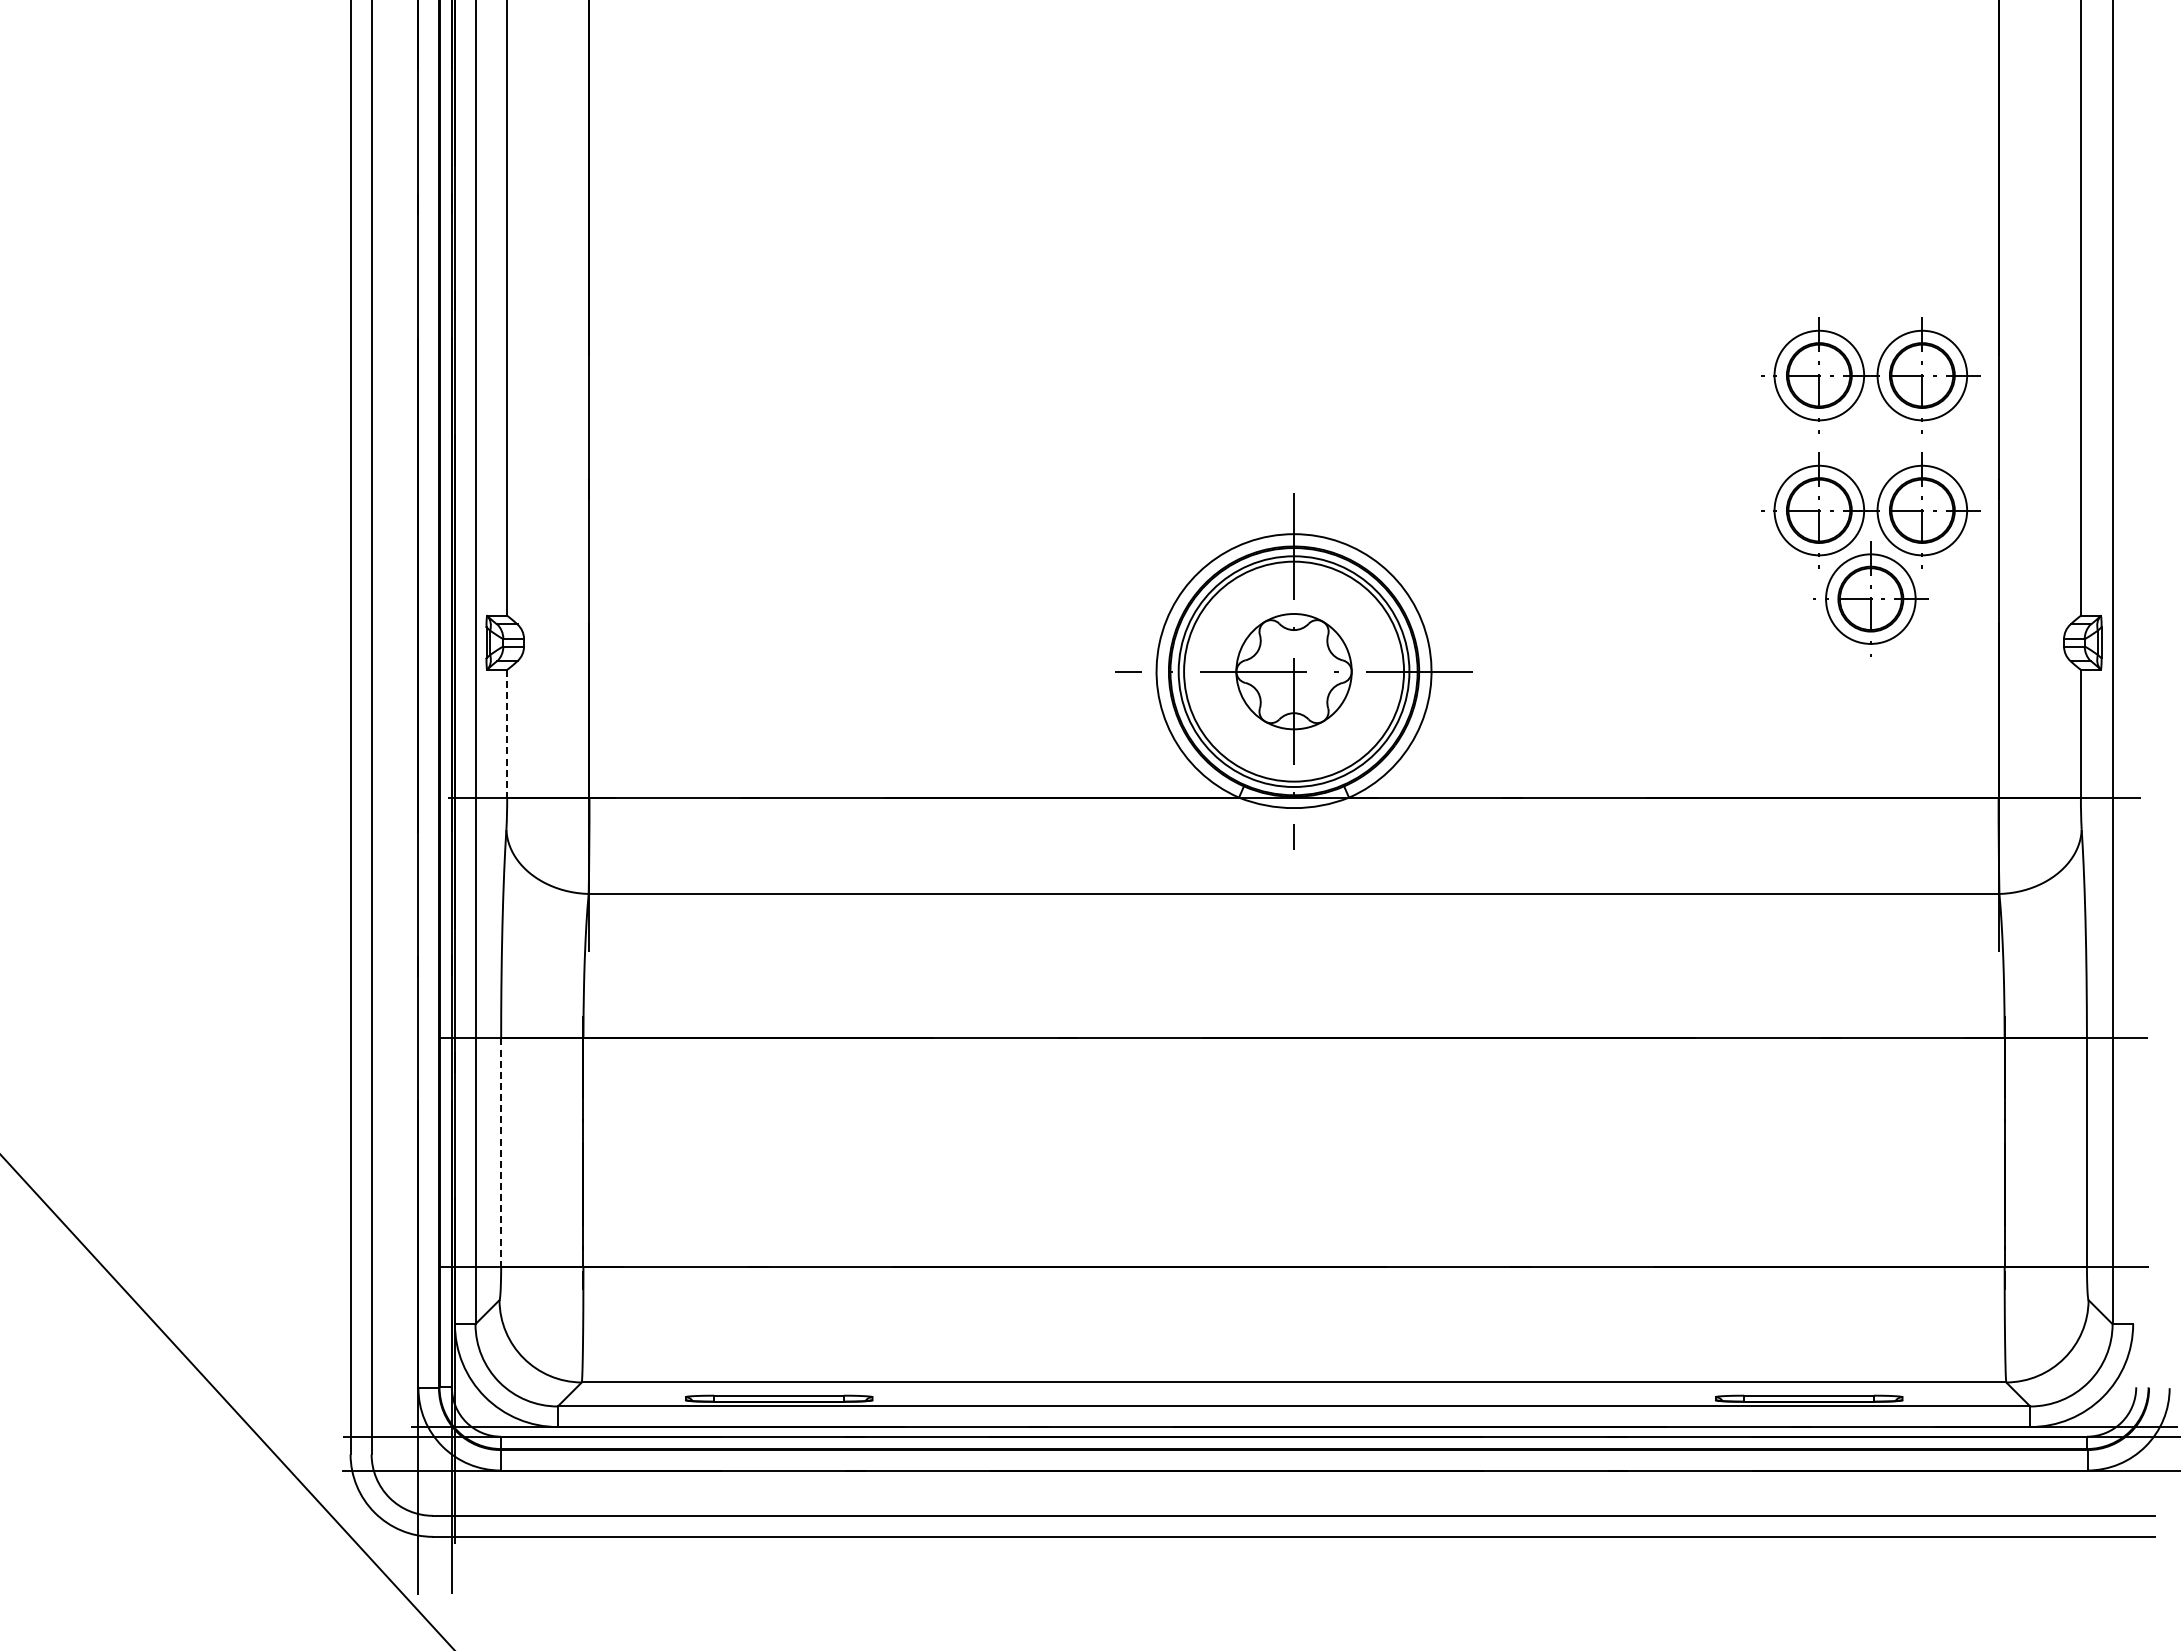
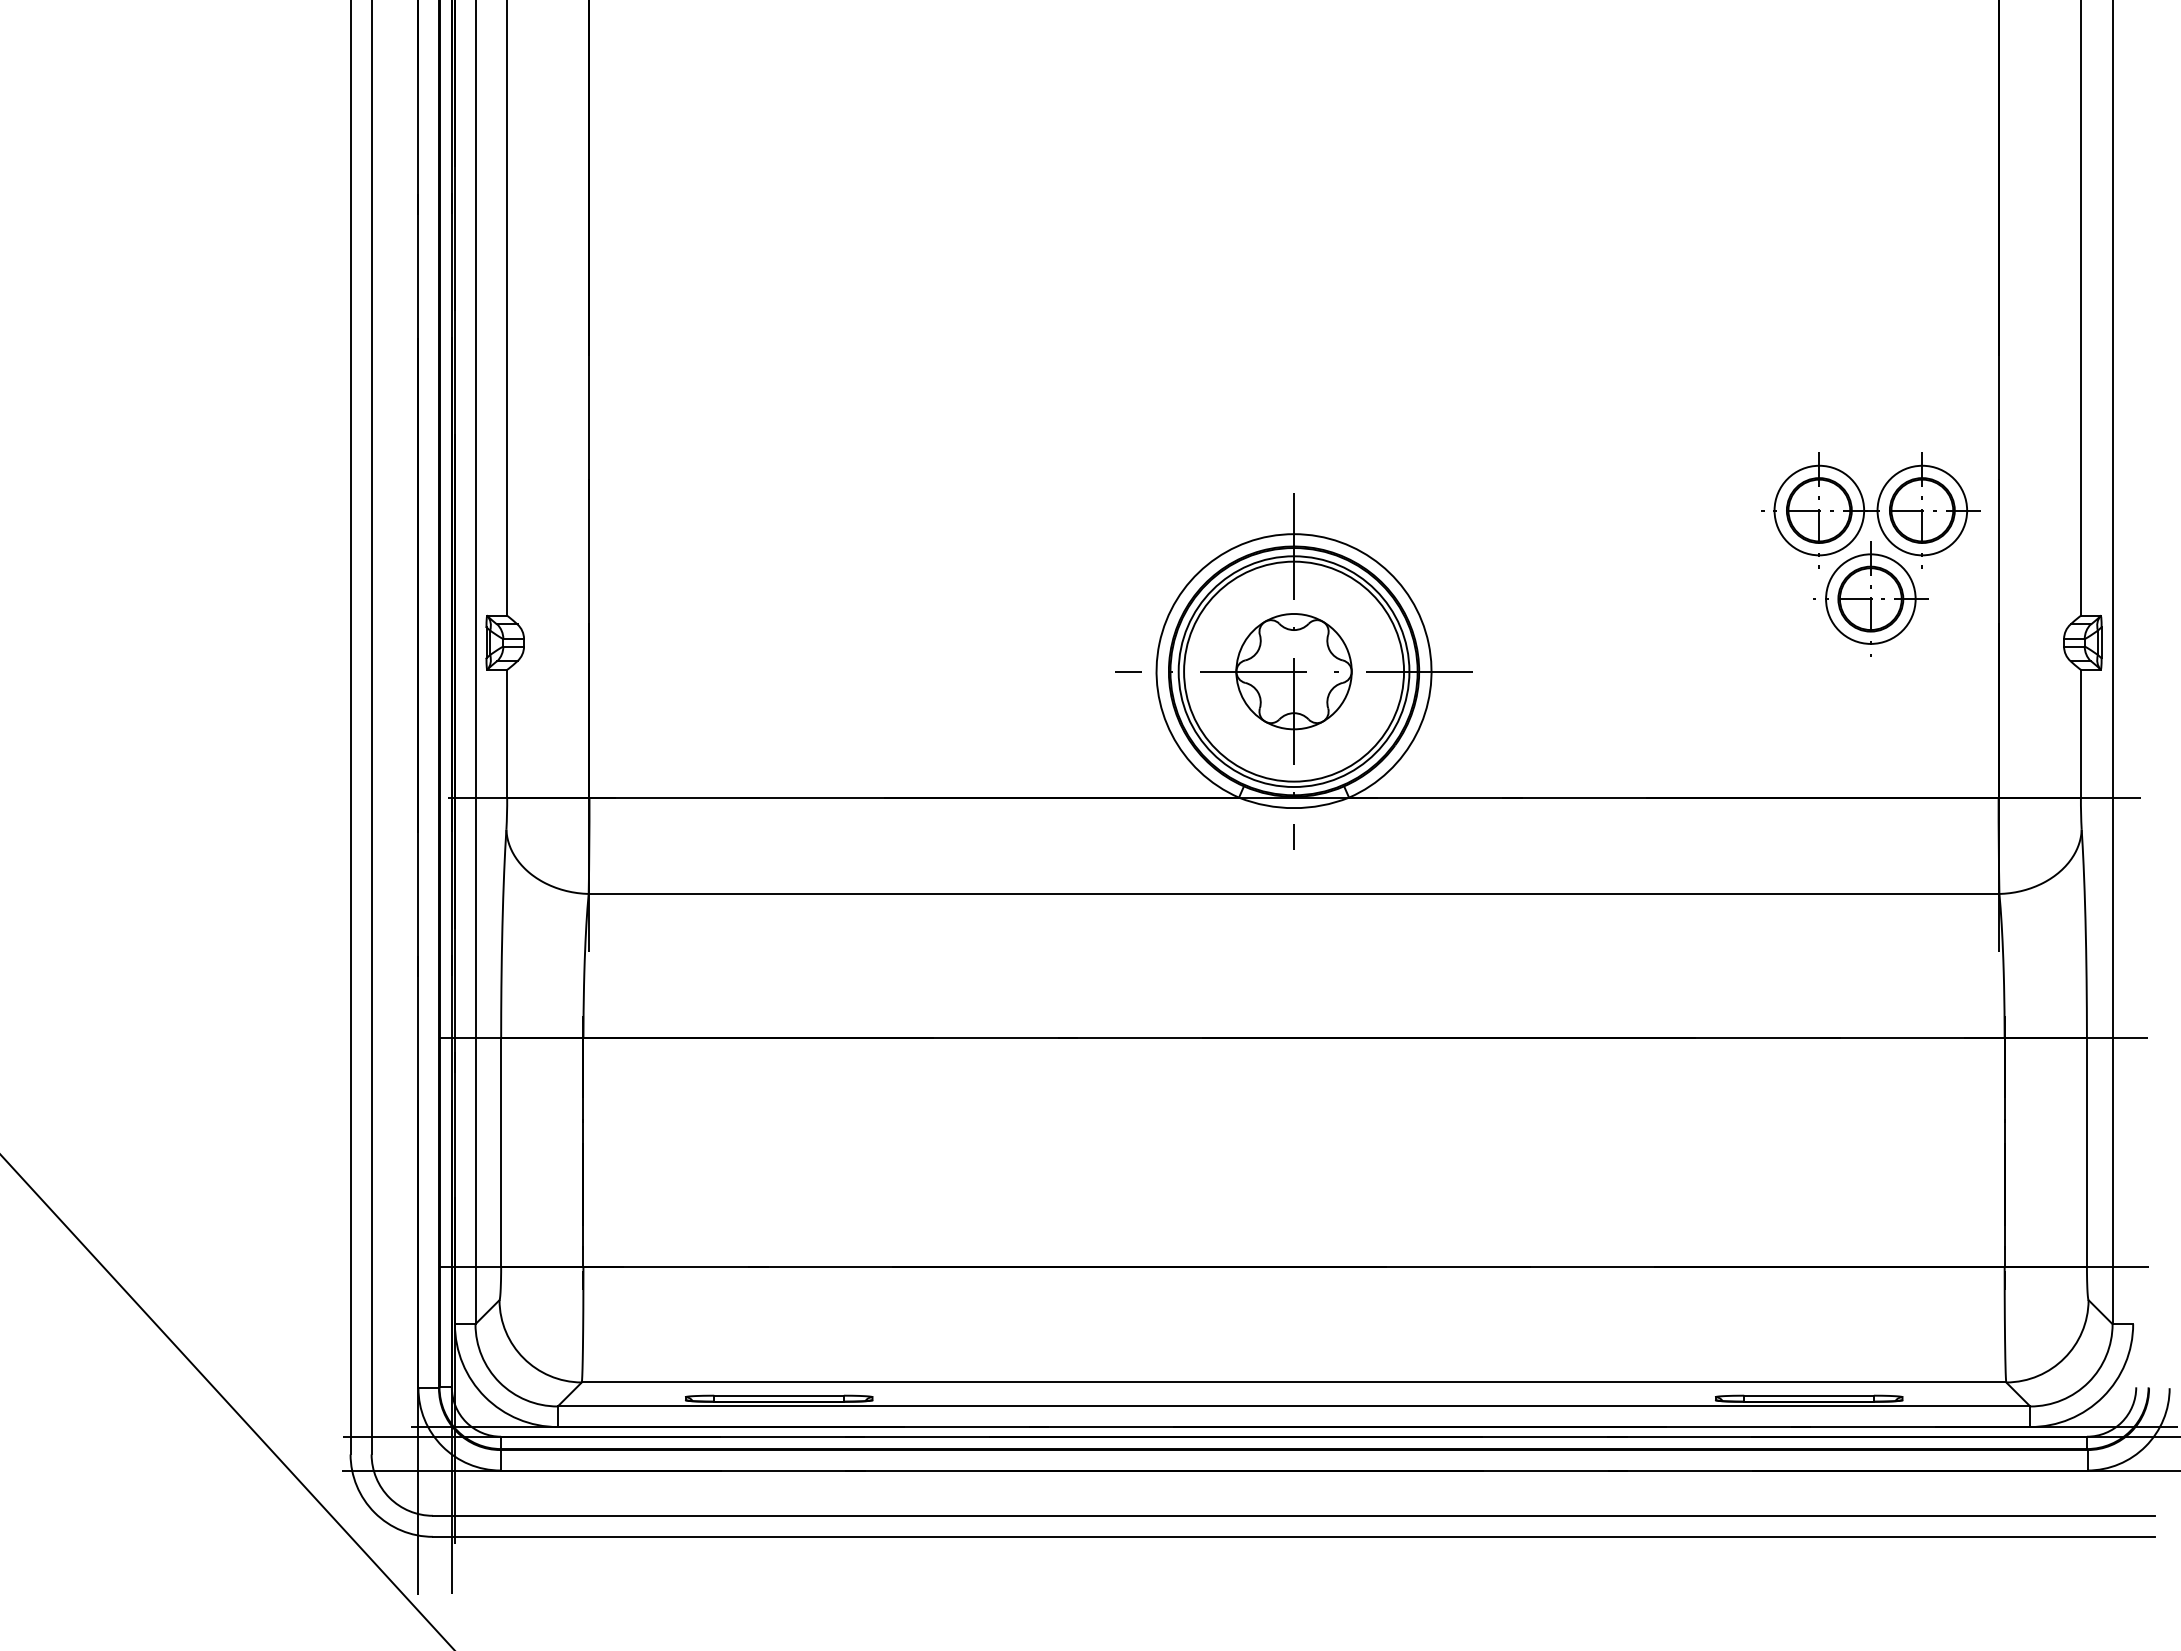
part at (1870, 375): present -> none
line at (507, 734): dashed -> solid
line at (501, 1153): dashed -> solid
